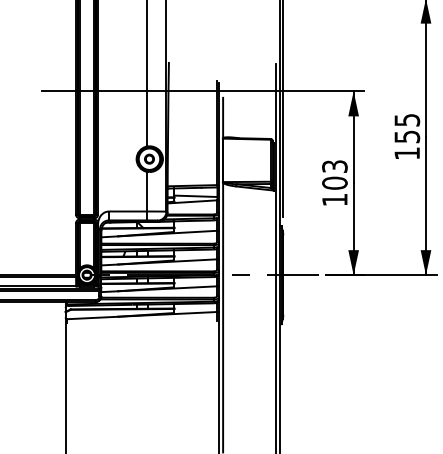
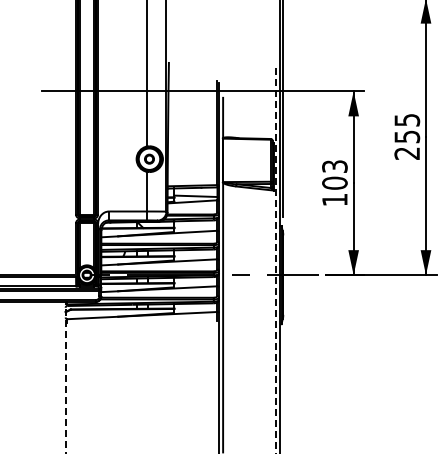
text at (406, 153): 155 -> 255
line at (275, 258): solid -> dashed
line at (65, 377): solid -> dashed
